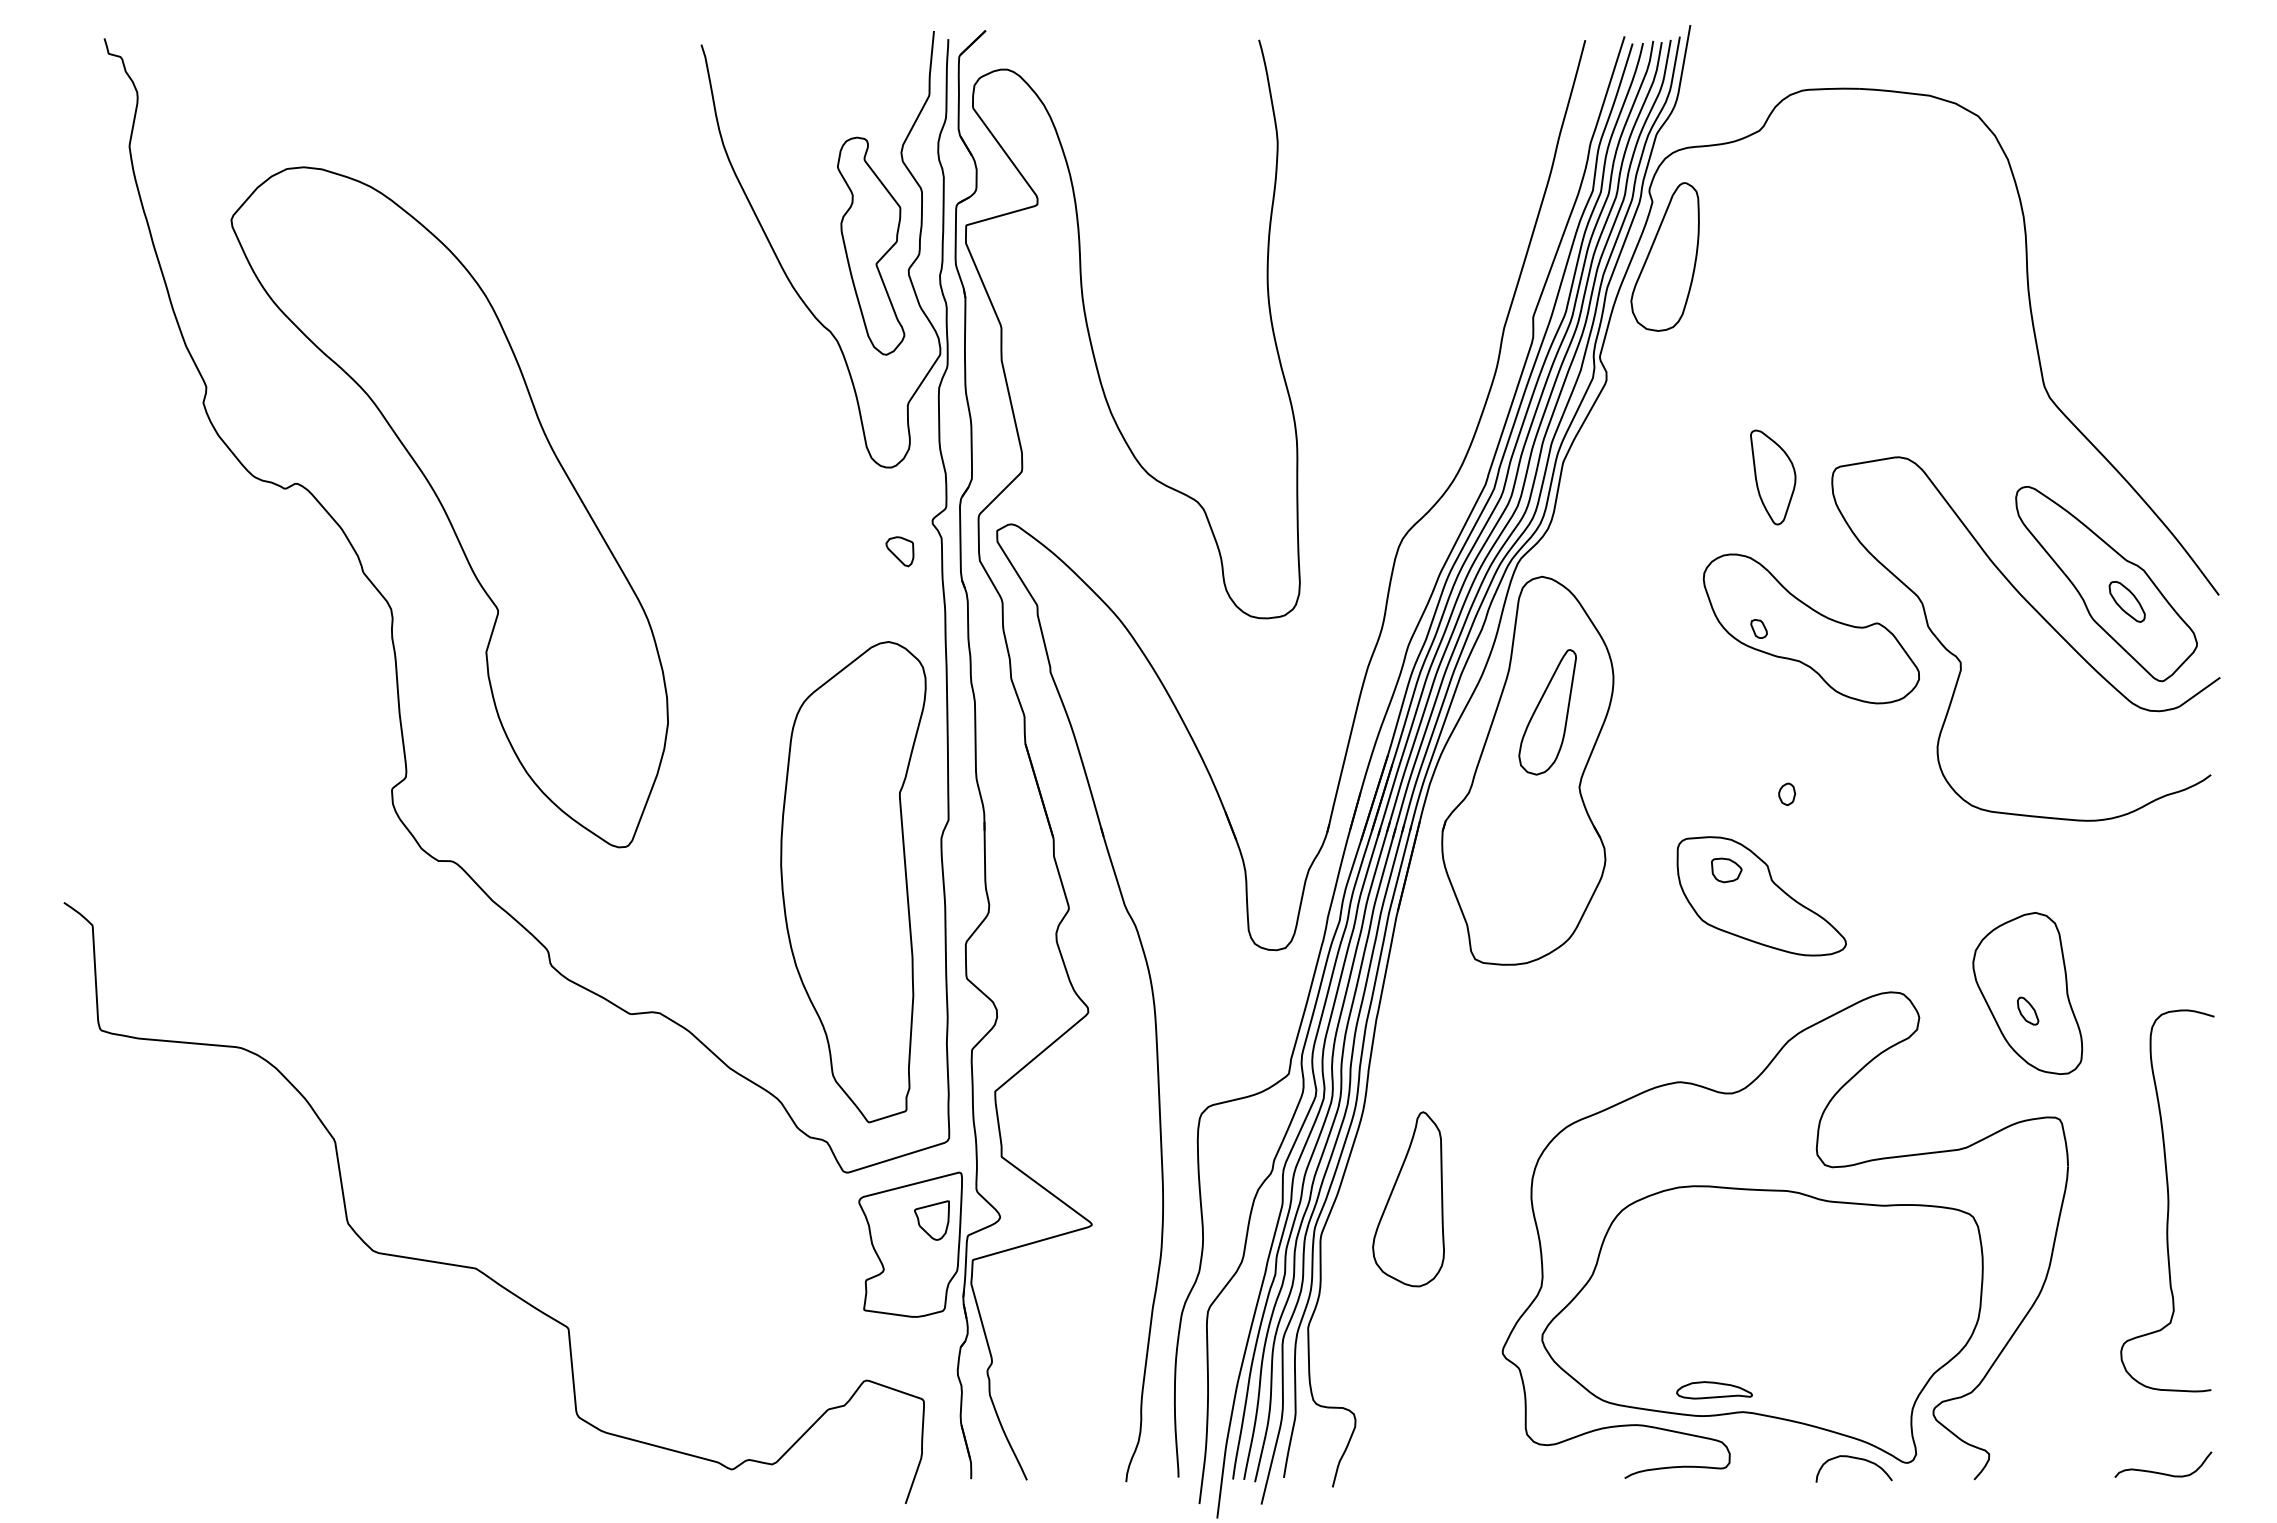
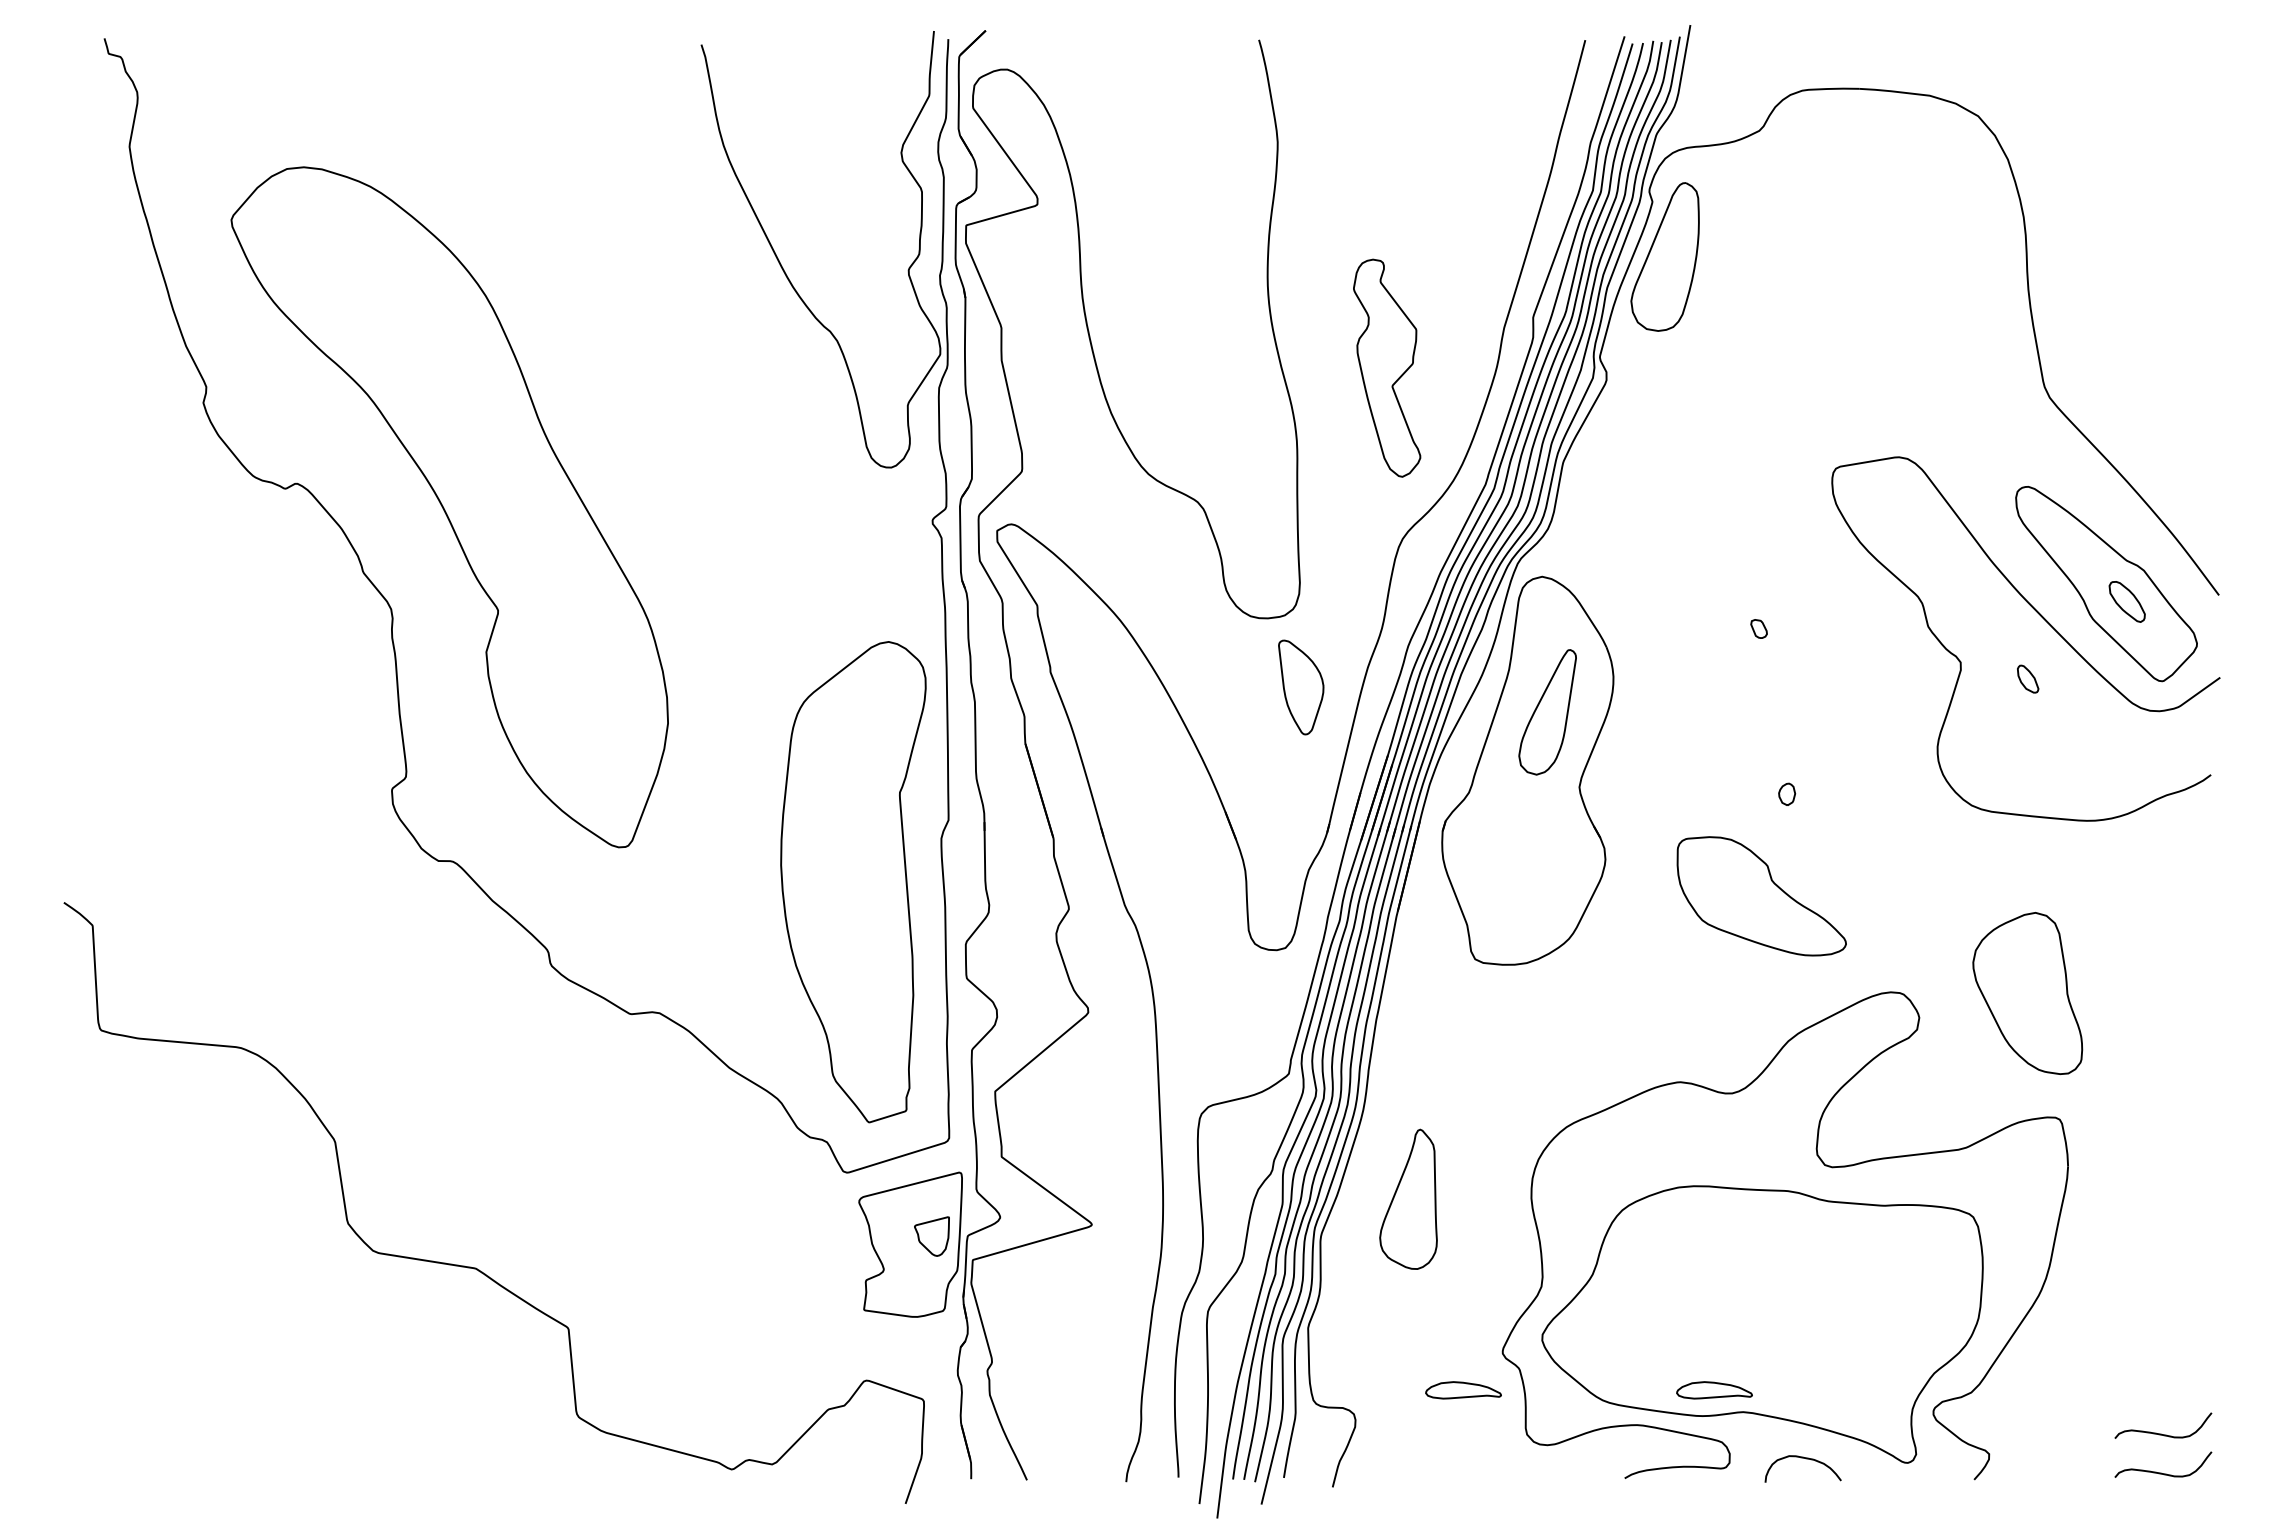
part at (871, 245) position: (871, 245) -> (1387, 367)
part at (1773, 477) position: (1773, 477) -> (1301, 687)
part at (899, 551): present -> none
part at (1810, 628): present -> none
part at (1726, 870): present -> none
part at (2028, 1010) position: (2028, 1010) -> (2028, 678)
part at (1408, 1199) size: 73x177 px -> 59x142 px
curve at (2167, 1200): present -> none
part at (931, 1220) position: (931, 1220) -> (931, 1236)
part at (1463, 1390): none -> present
curve at (2161, 1433): none -> present
curve at (1857, 1459) position: (1857, 1459) -> (1806, 1459)
